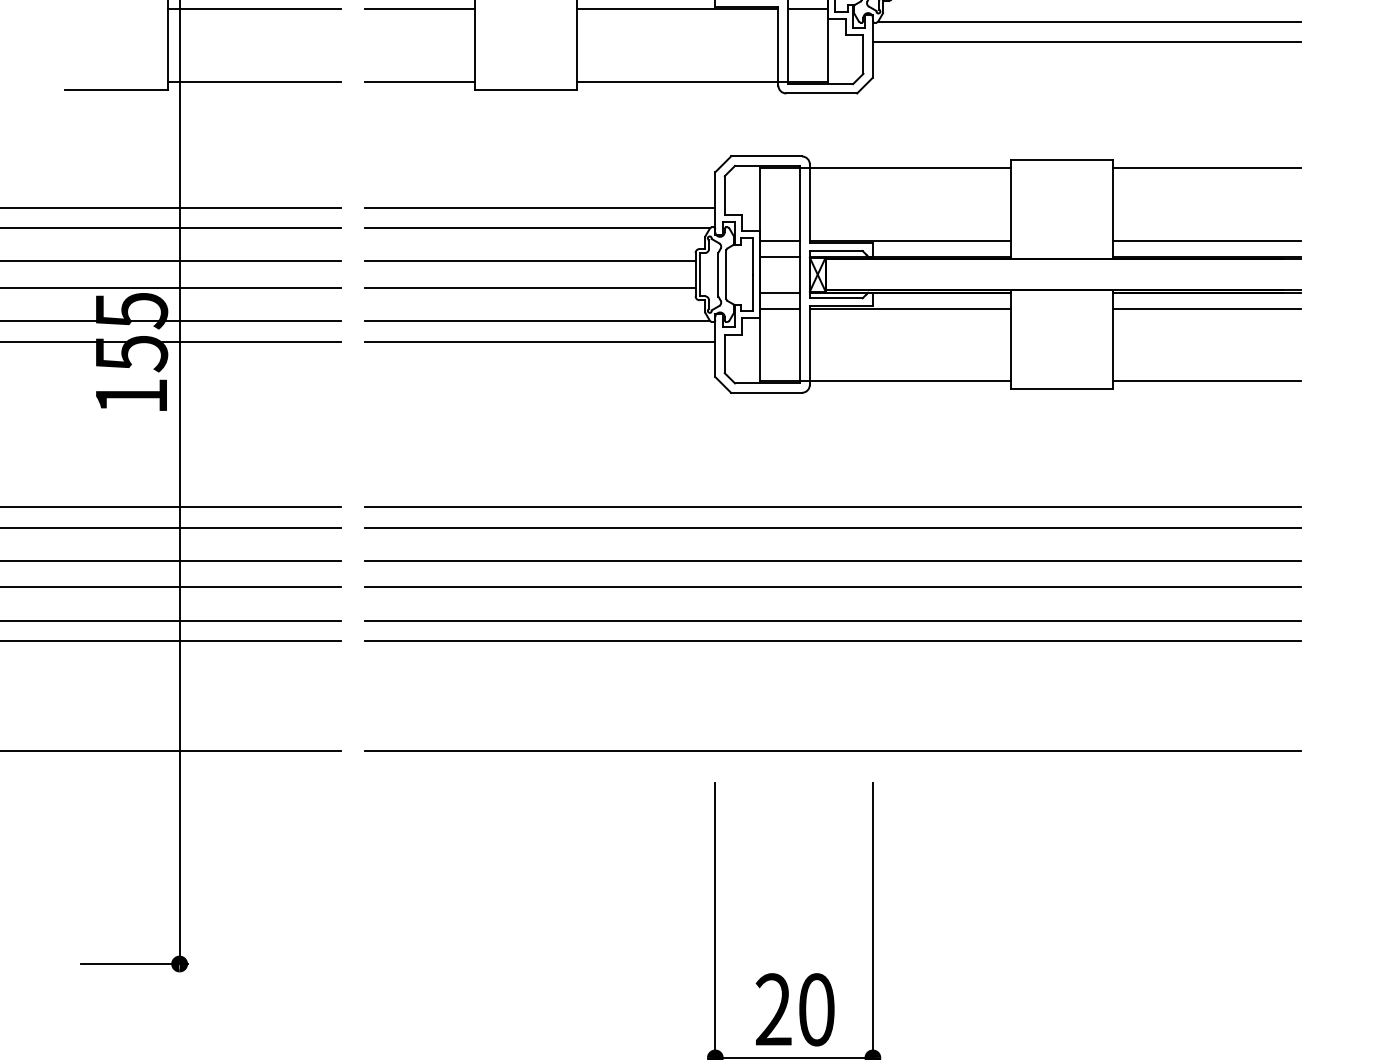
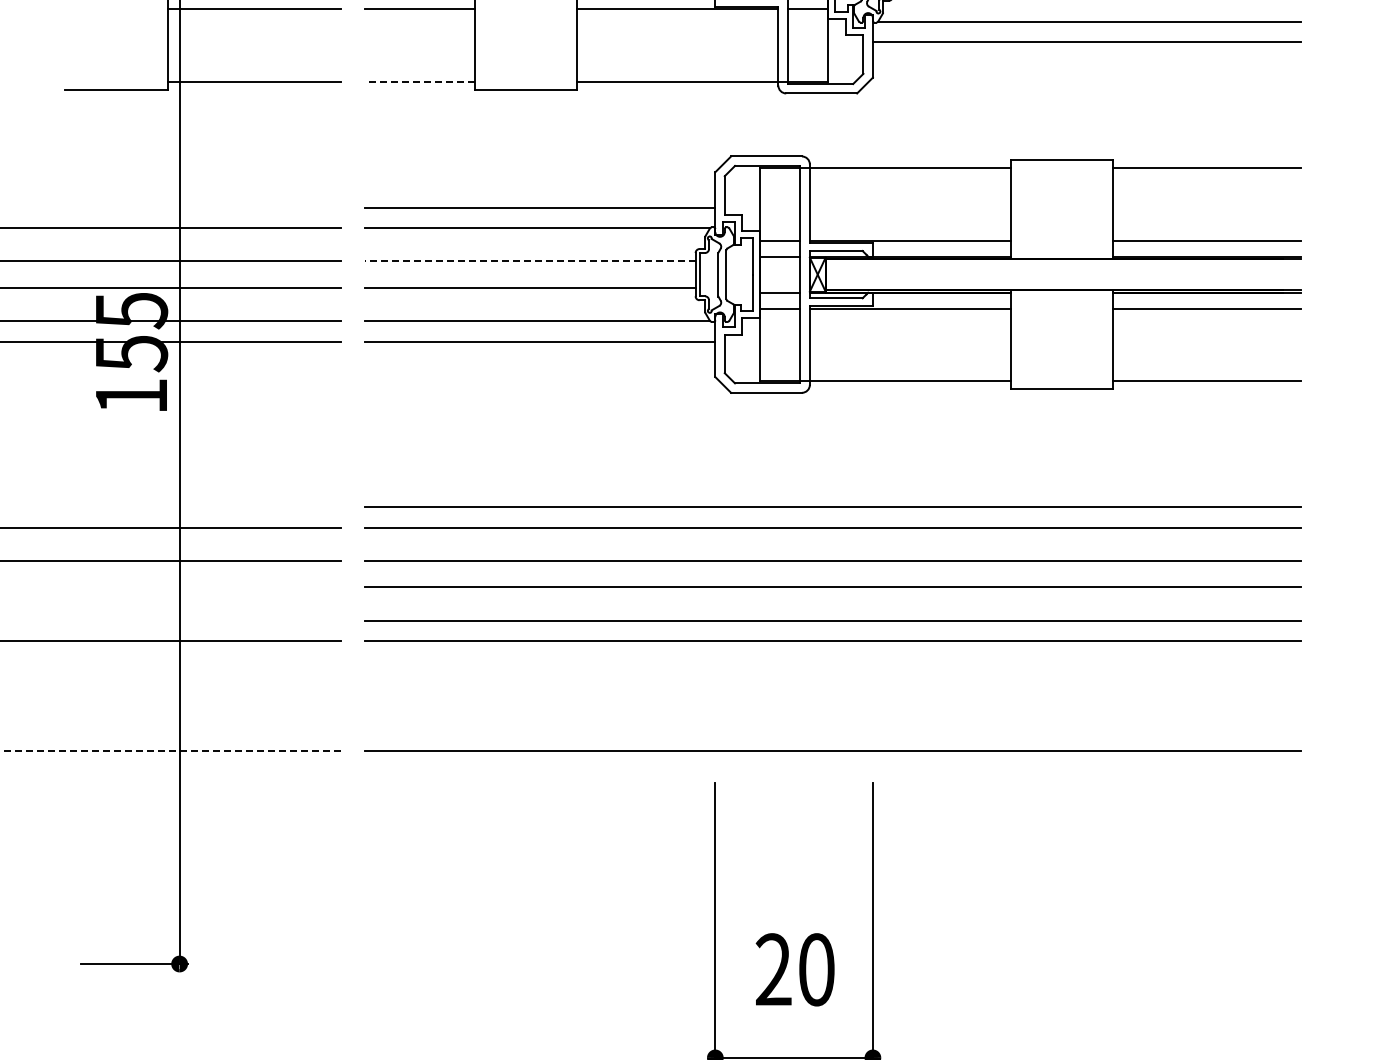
line at (420, 81): solid -> dashed
line at (171, 207): present -> none
line at (529, 261): solid -> dashed
line at (171, 507): present -> none
line at (171, 587): present -> none
line at (171, 620): present -> none
line at (170, 751): solid -> dashed
text at (794, 1009) position: (794, 1009) -> (794, 969)
